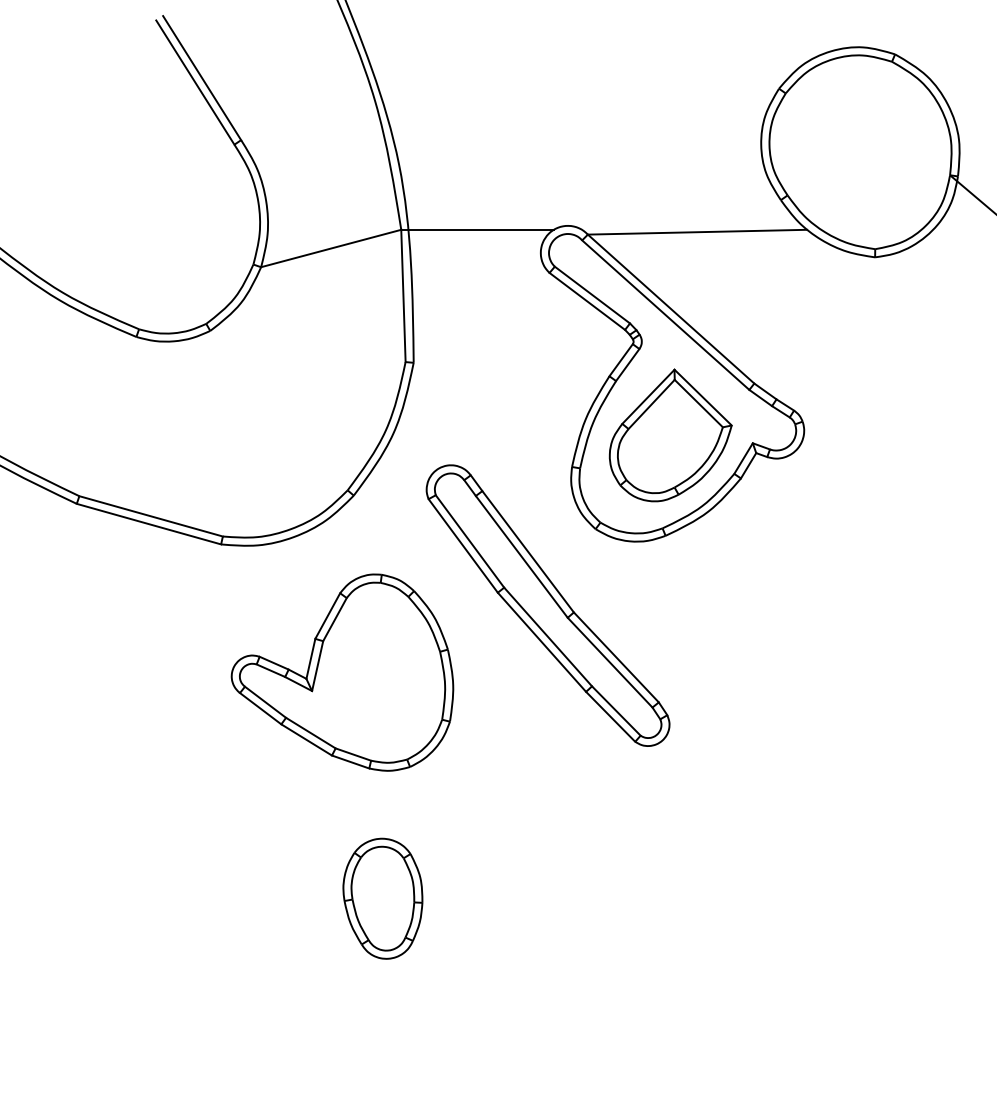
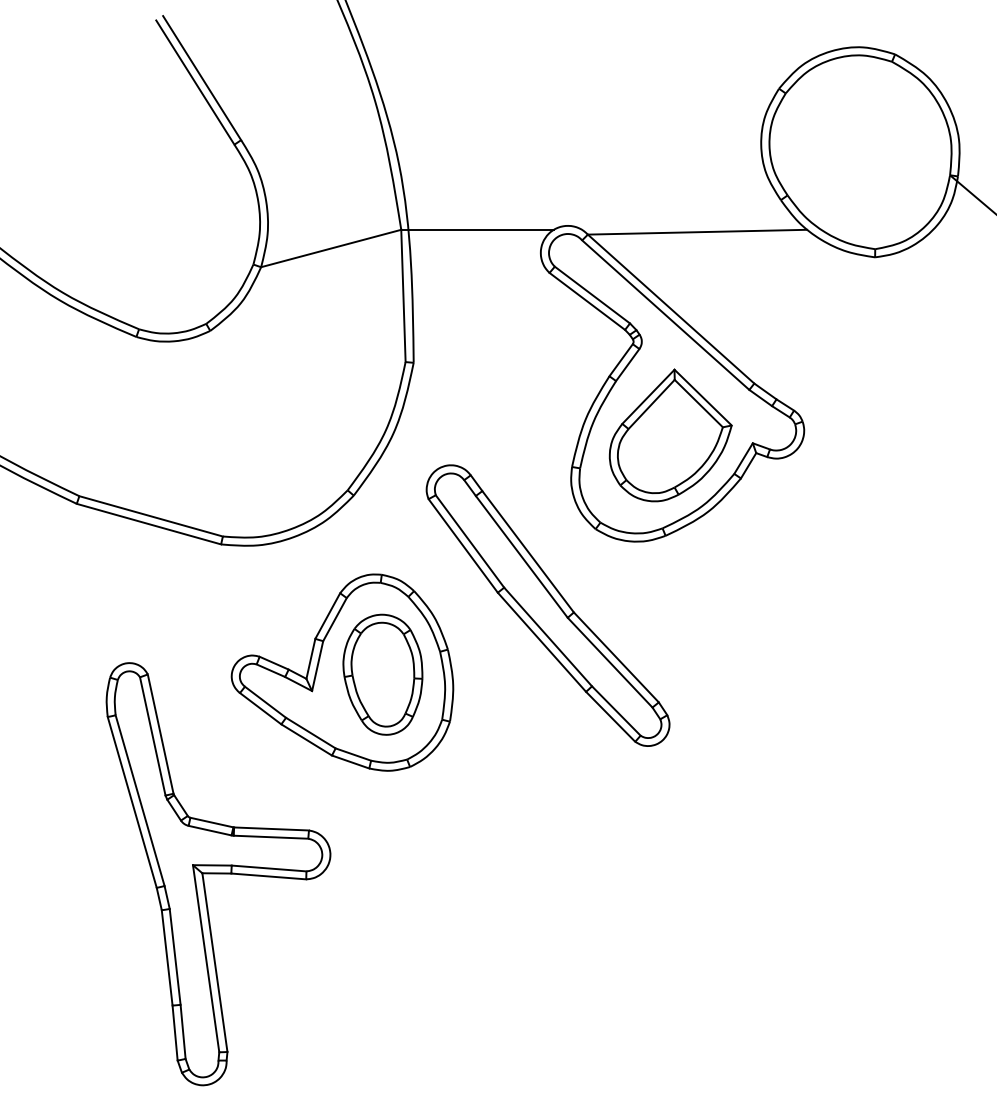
part at (218, 874): none -> present
part at (382, 898) position: (382, 898) -> (382, 674)
